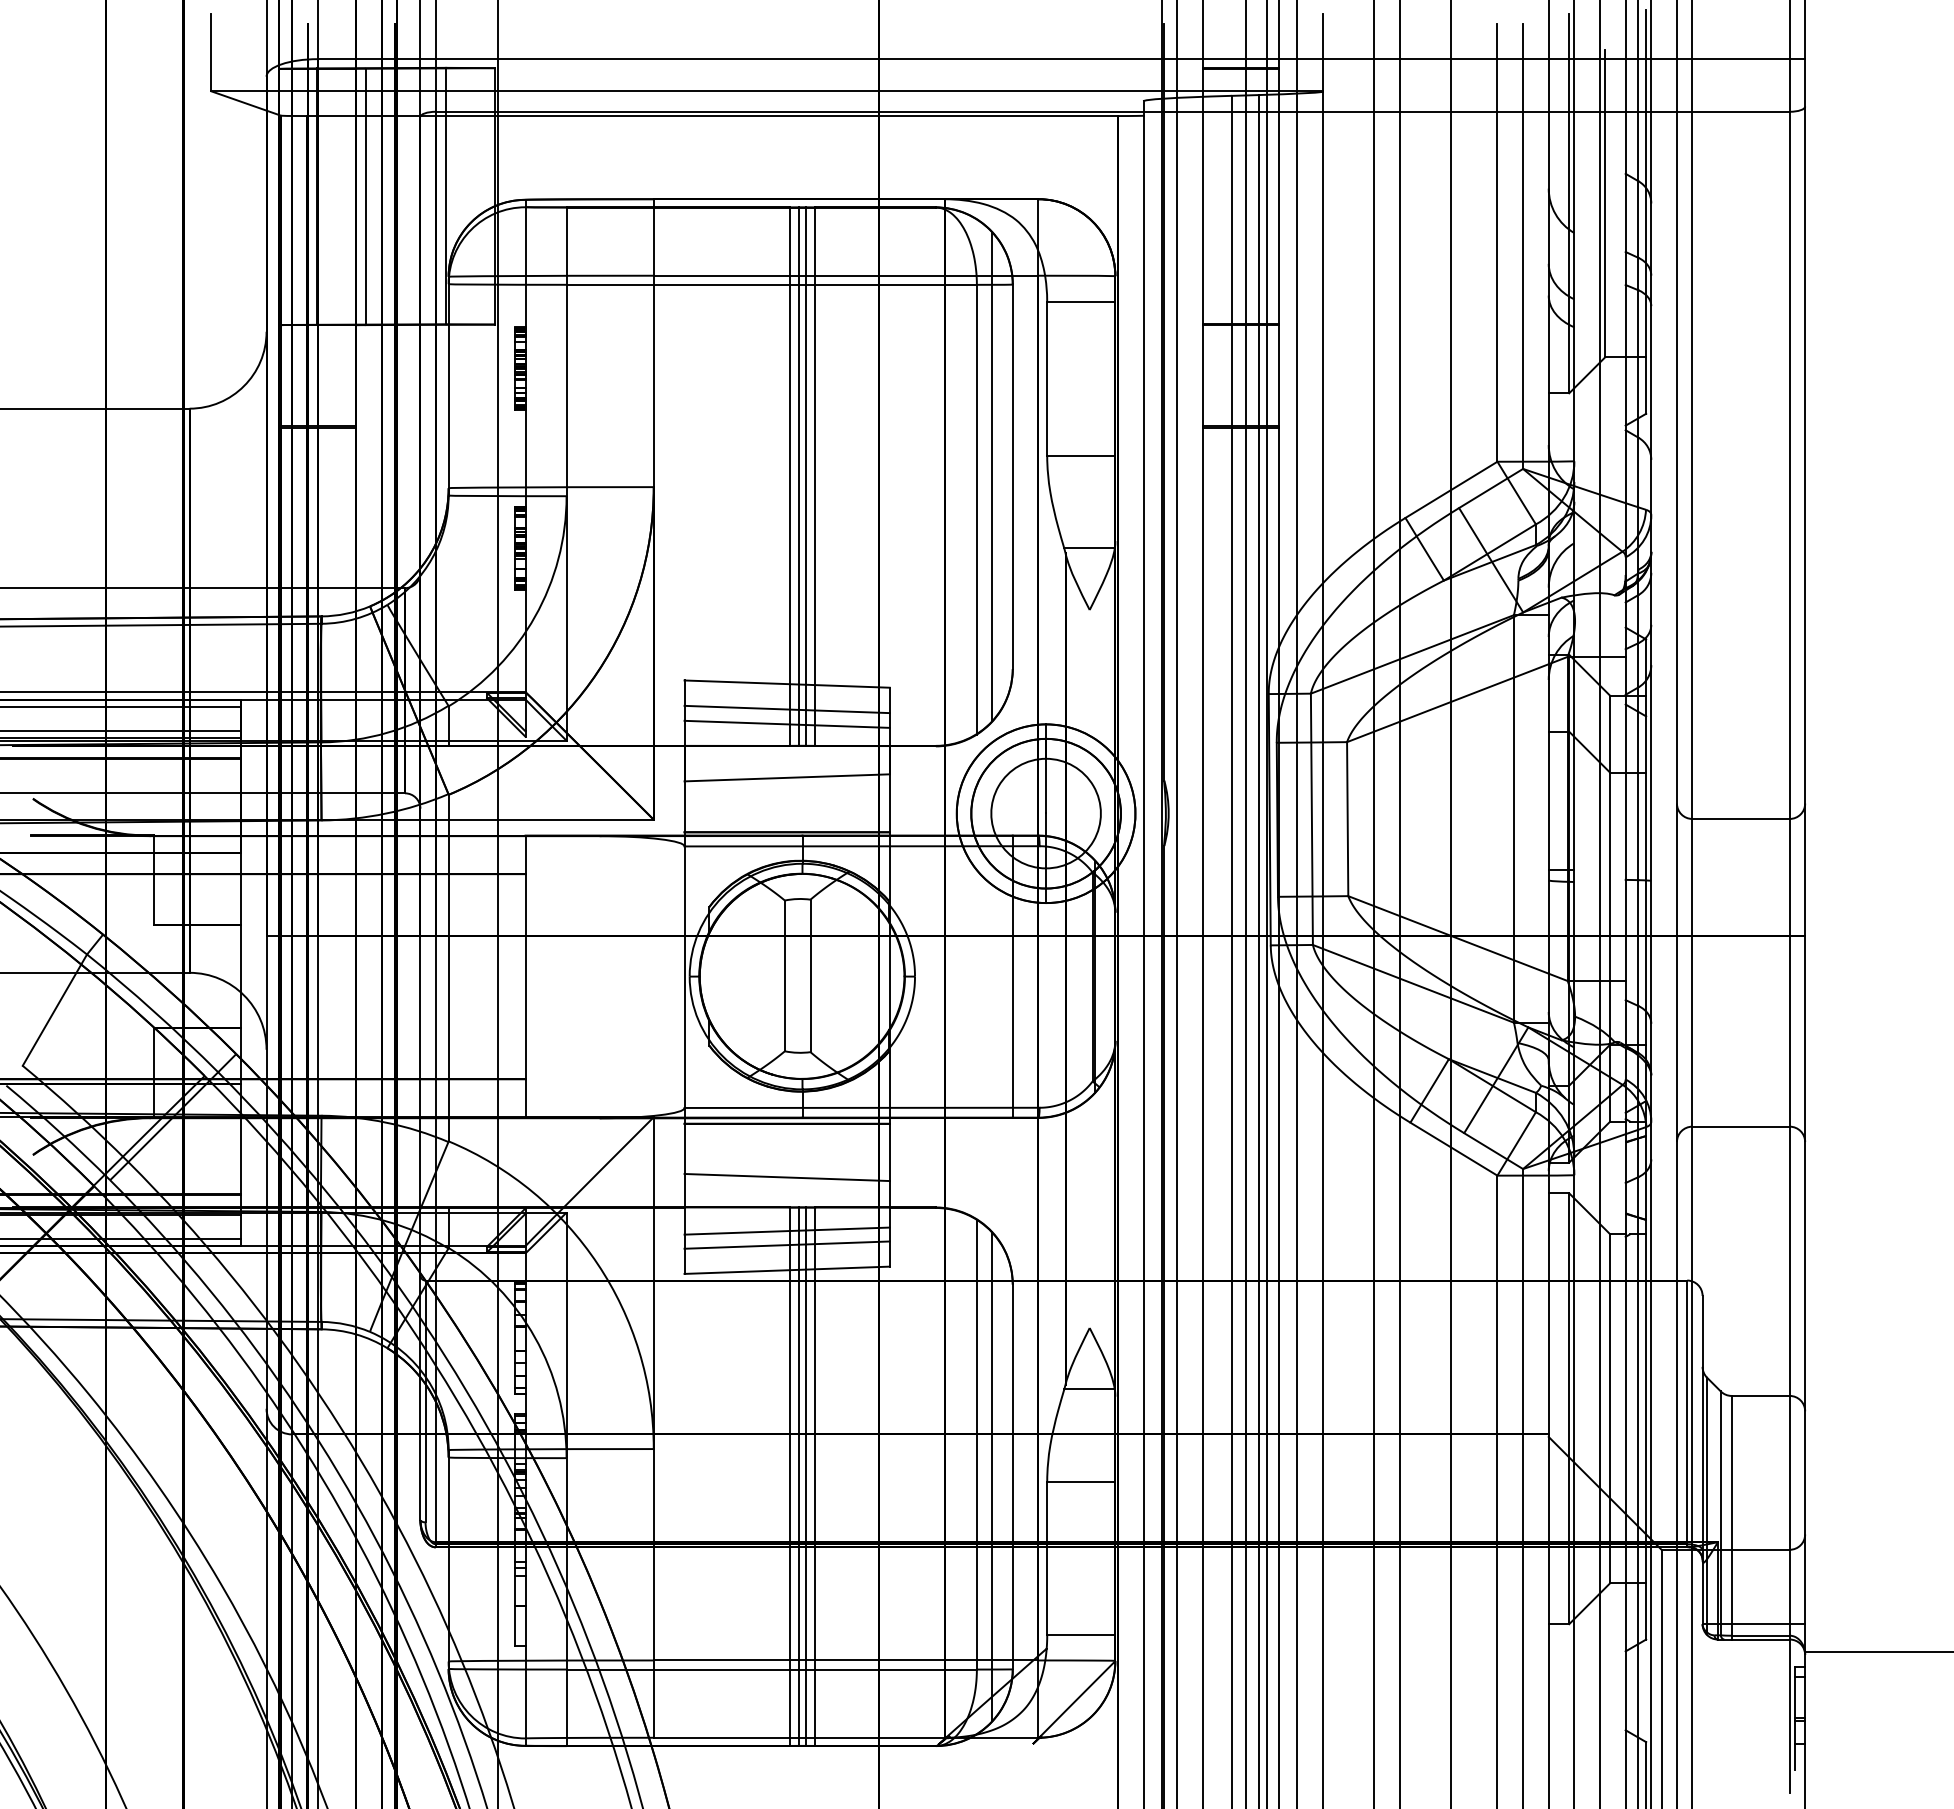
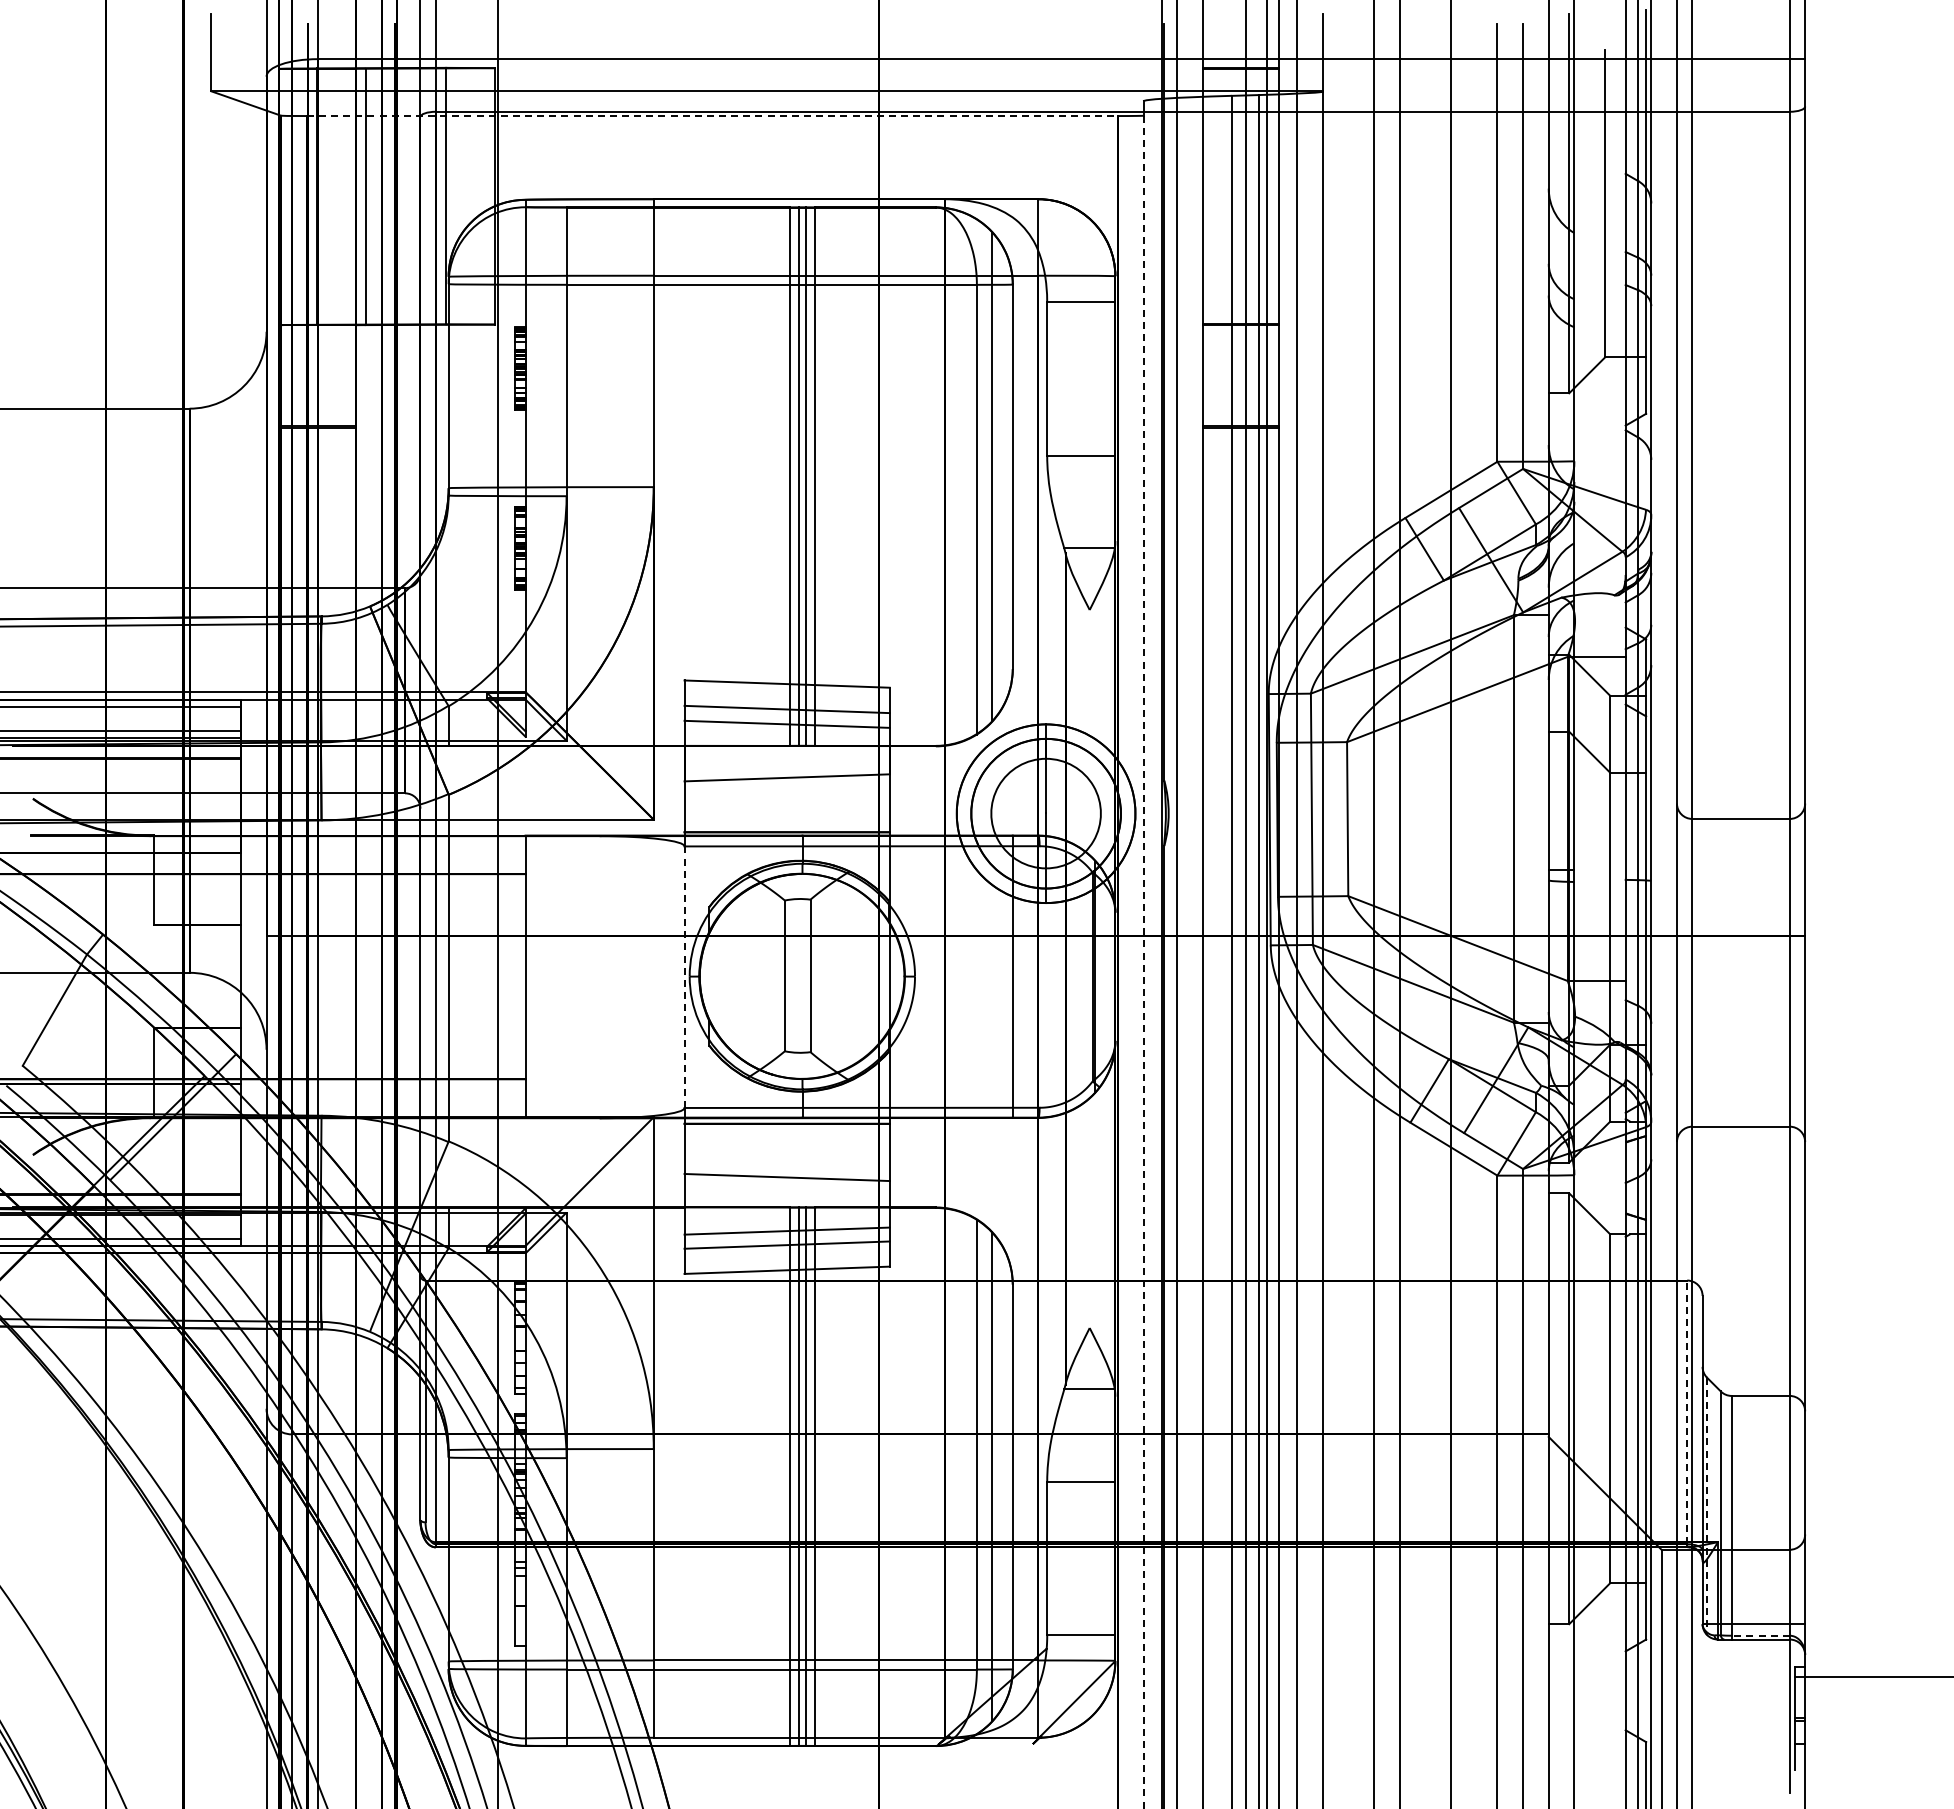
line at (712, 116): solid -> dashed
line at (1600, 903): present -> none
line at (1143, 962): solid -> dashed
line at (684, 977): solid -> dashed
line at (1687, 1412): solid -> dashed
line at (1707, 1505): solid -> dashed
line at (1760, 1635): solid -> dashed
line at (1877, 1652) position: (1877, 1652) -> (1877, 1677)
